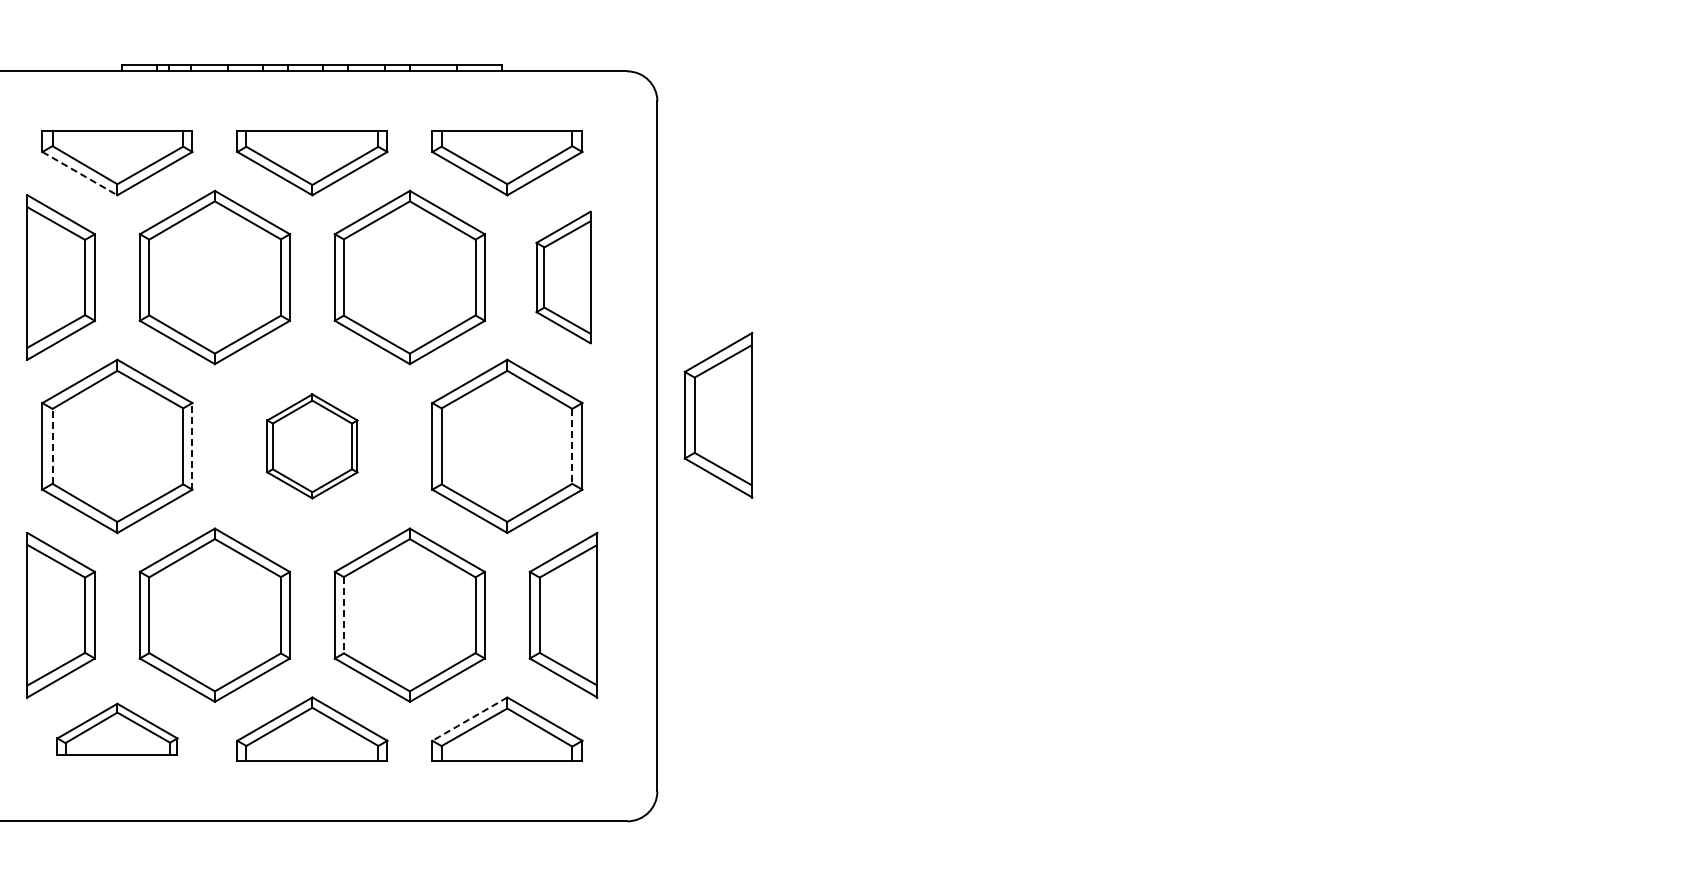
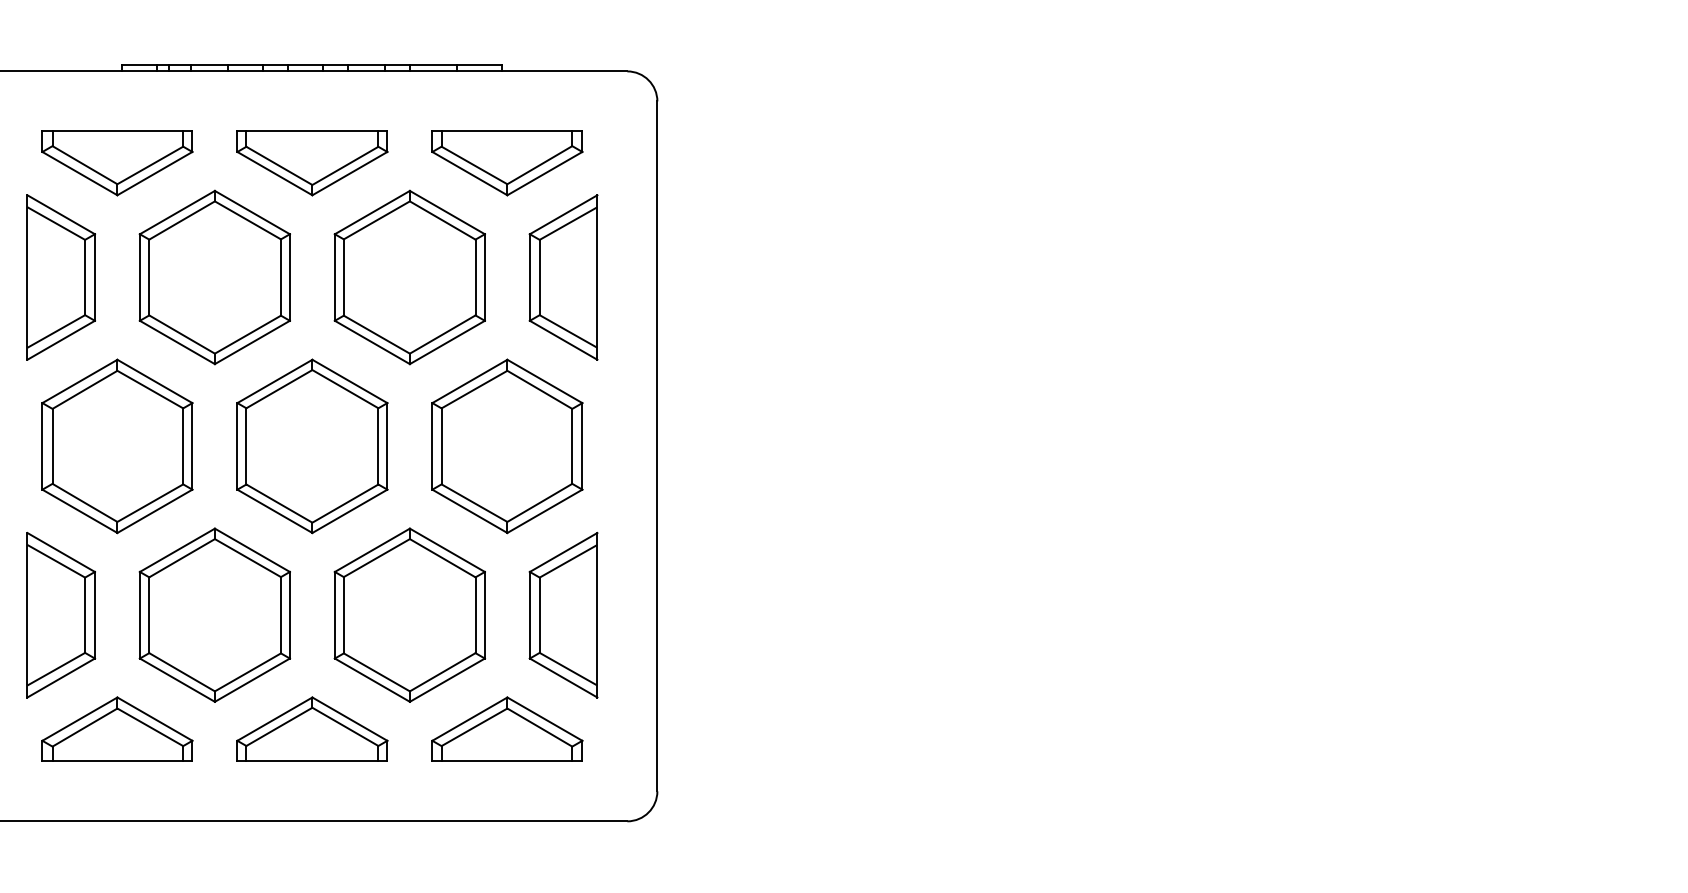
line at (80, 173): dashed -> solid
part at (563, 277) size: 57x135 px -> 71x167 px
part at (718, 414): present -> none
line at (52, 445): dashed -> solid
line at (192, 445): dashed -> solid
part at (312, 446) size: 93x107 px -> 153x177 px
line at (572, 446): dashed -> solid
line at (343, 615): dashed -> solid
line at (469, 719): dashed -> solid
part at (117, 728) size: 123x54 px -> 153x66 px
